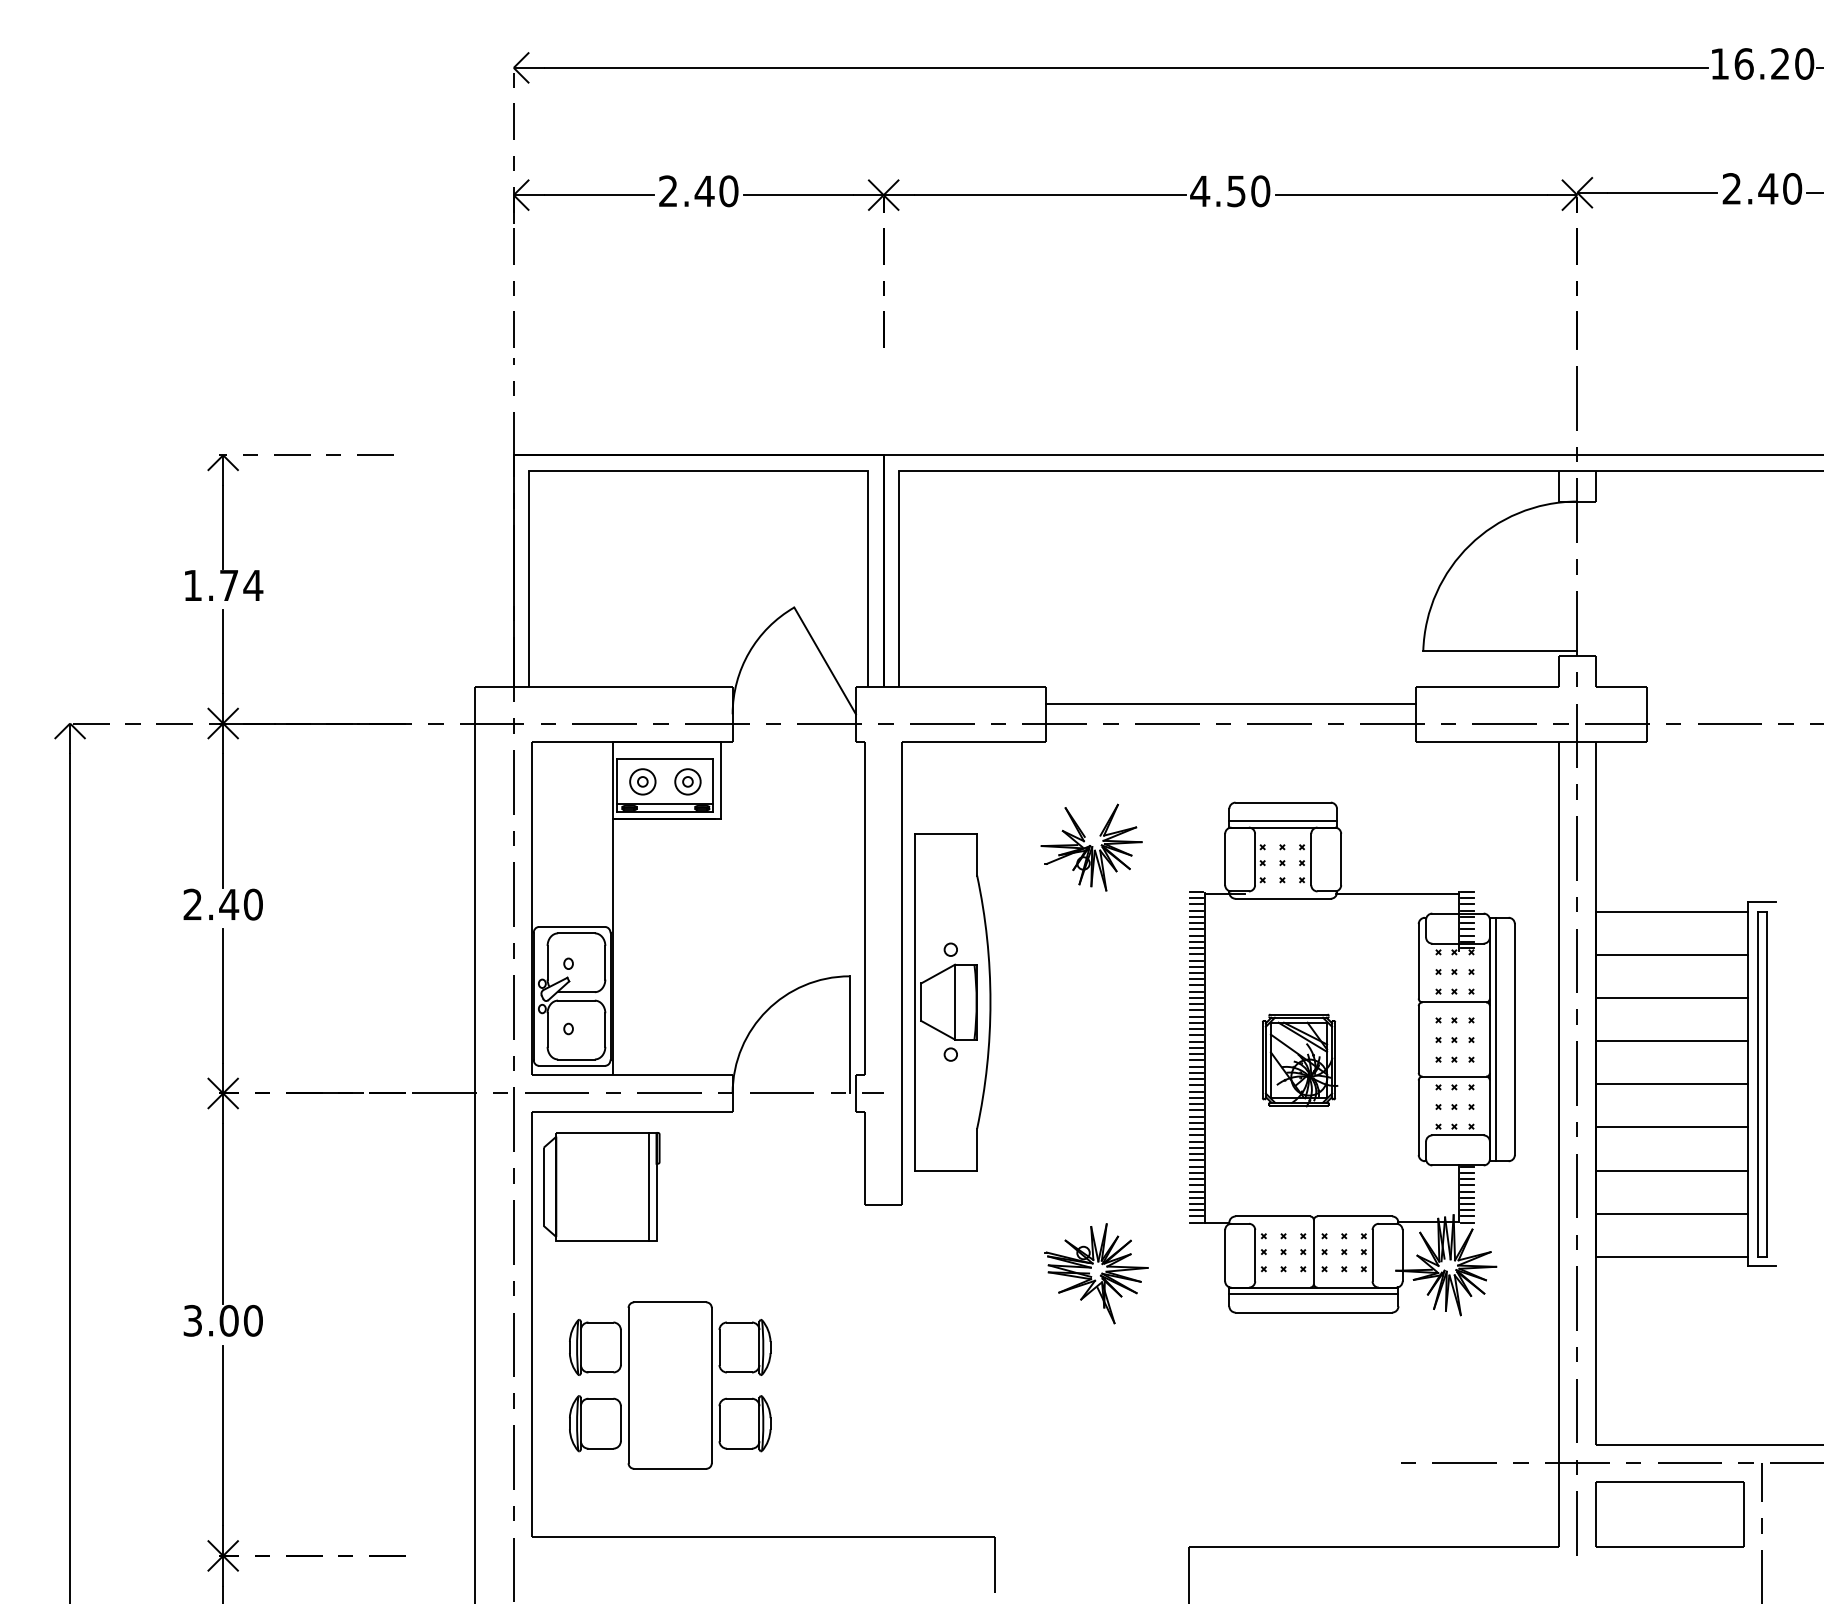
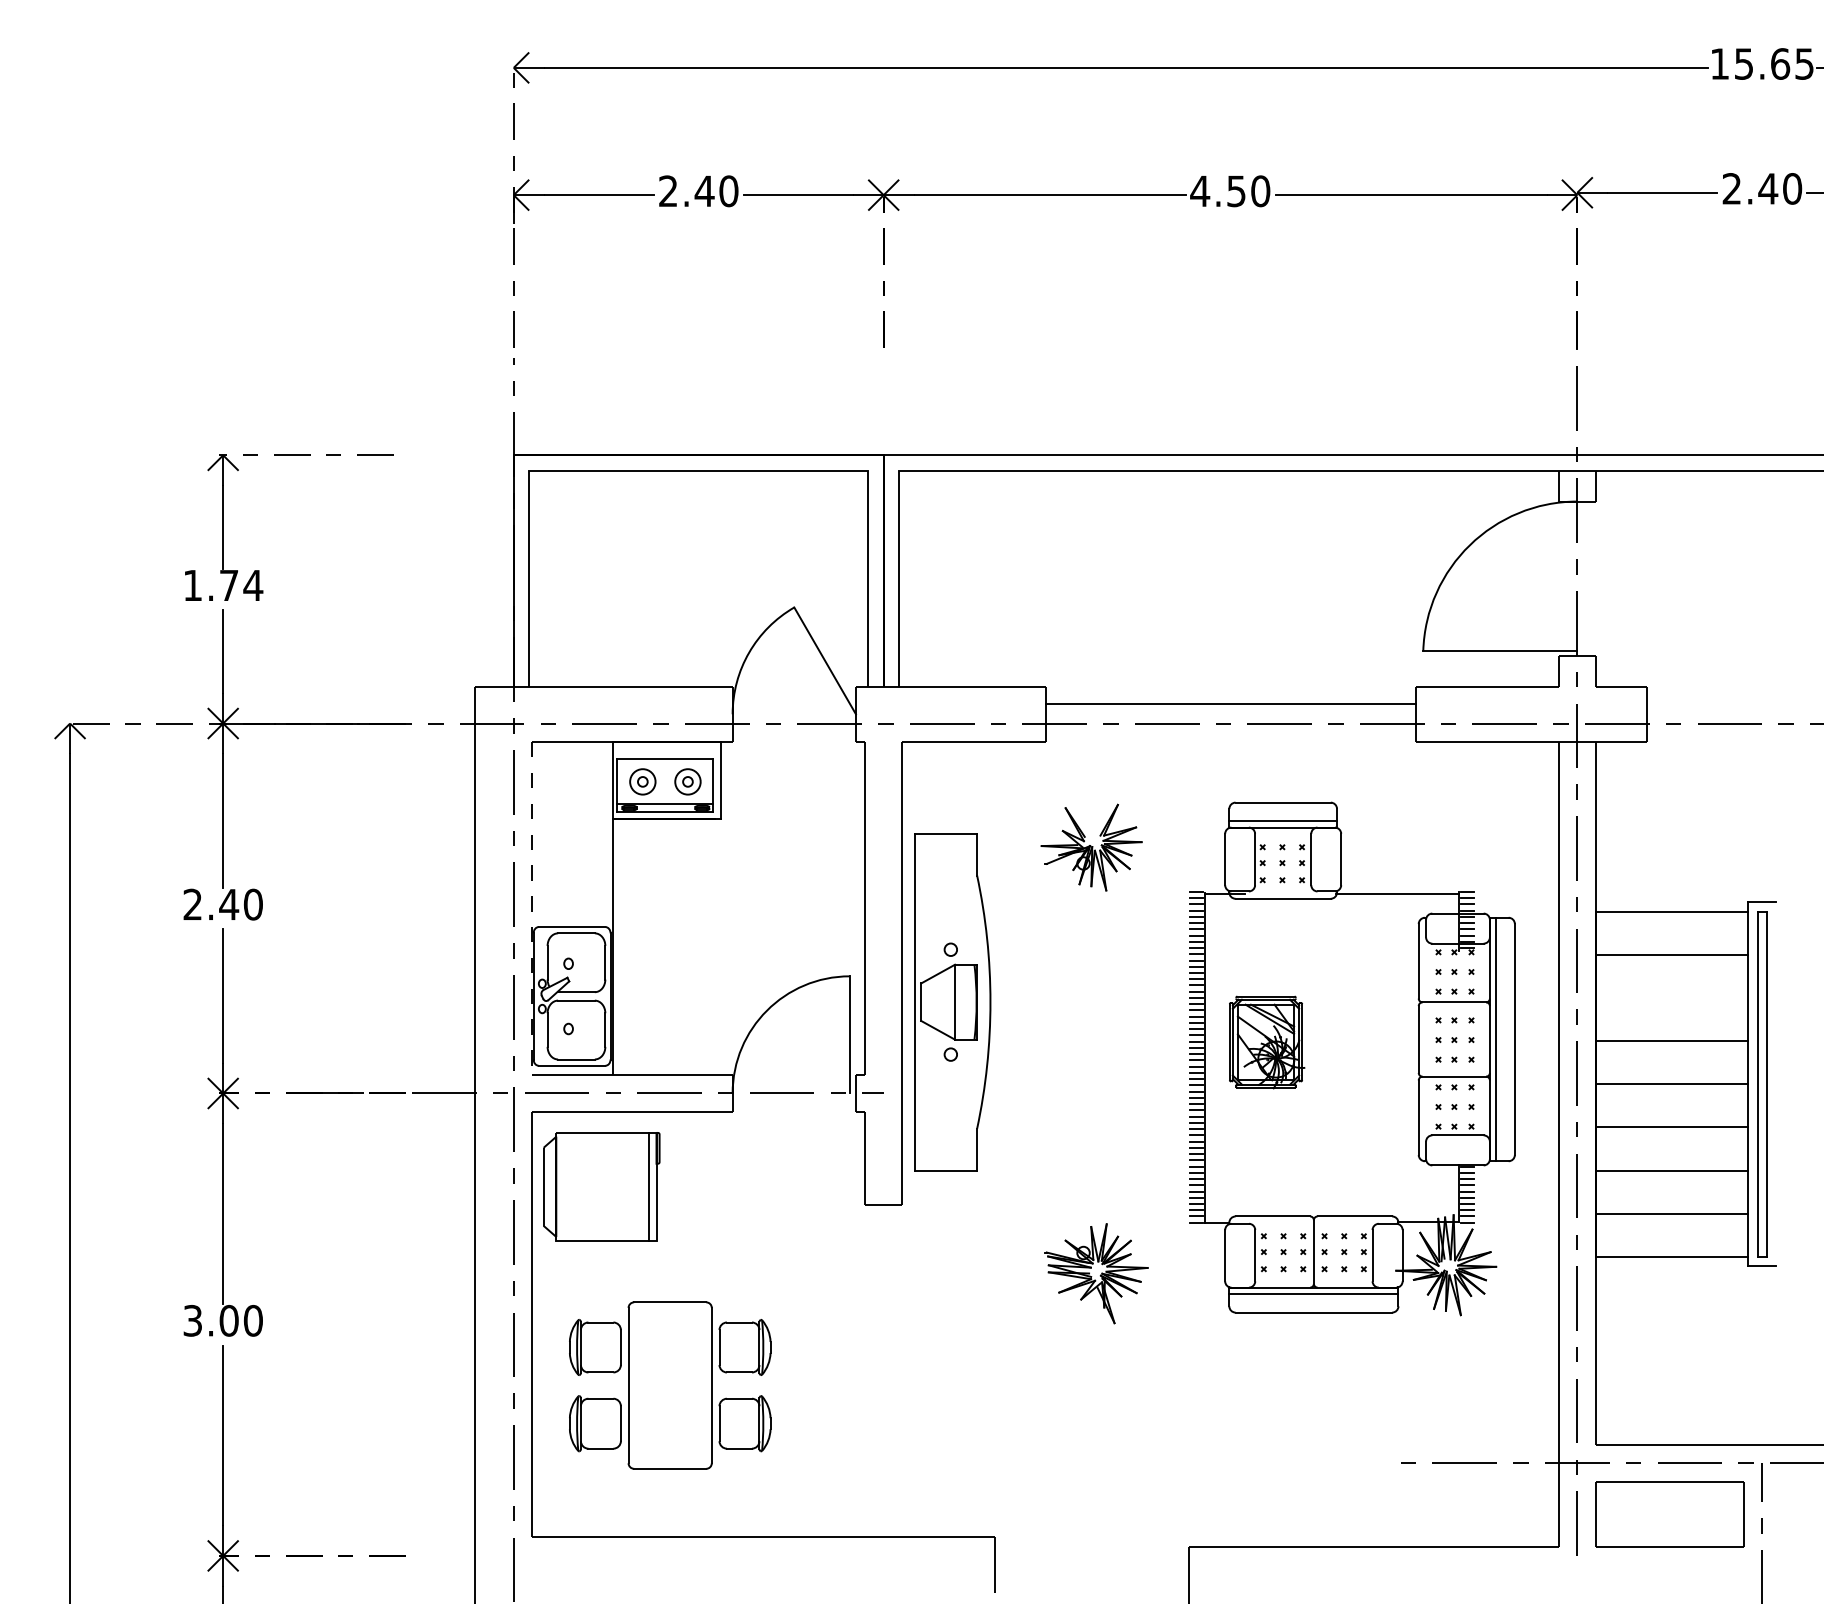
text at (1774, 63): 16.20 -> 15.65
line at (532, 909): solid -> dashed
line at (1671, 997): present -> none
part at (1300, 1060) position: (1300, 1060) -> (1267, 1042)
